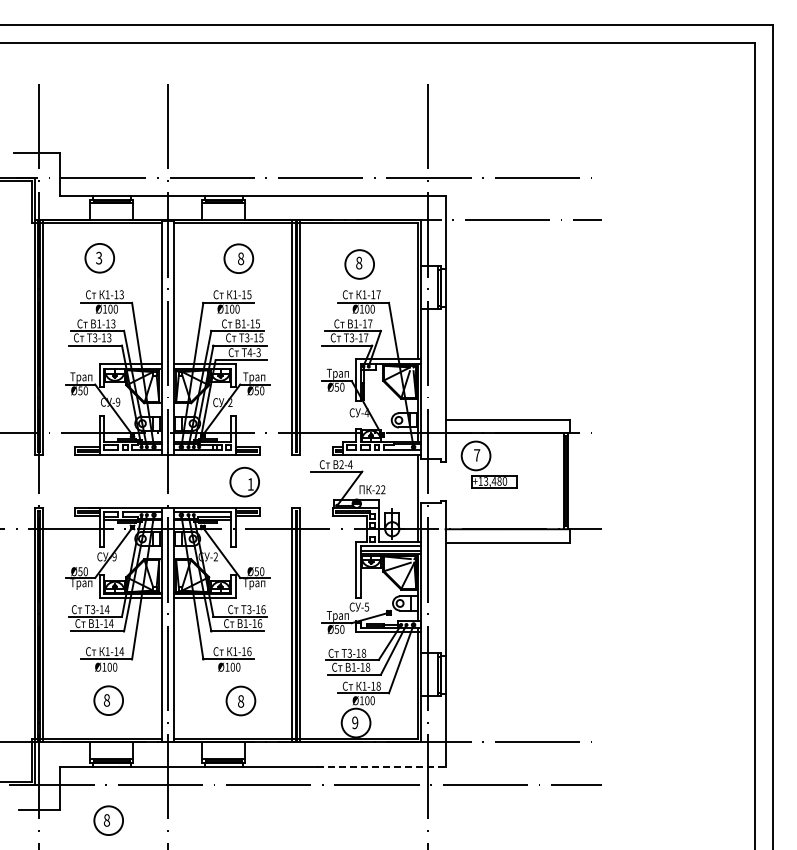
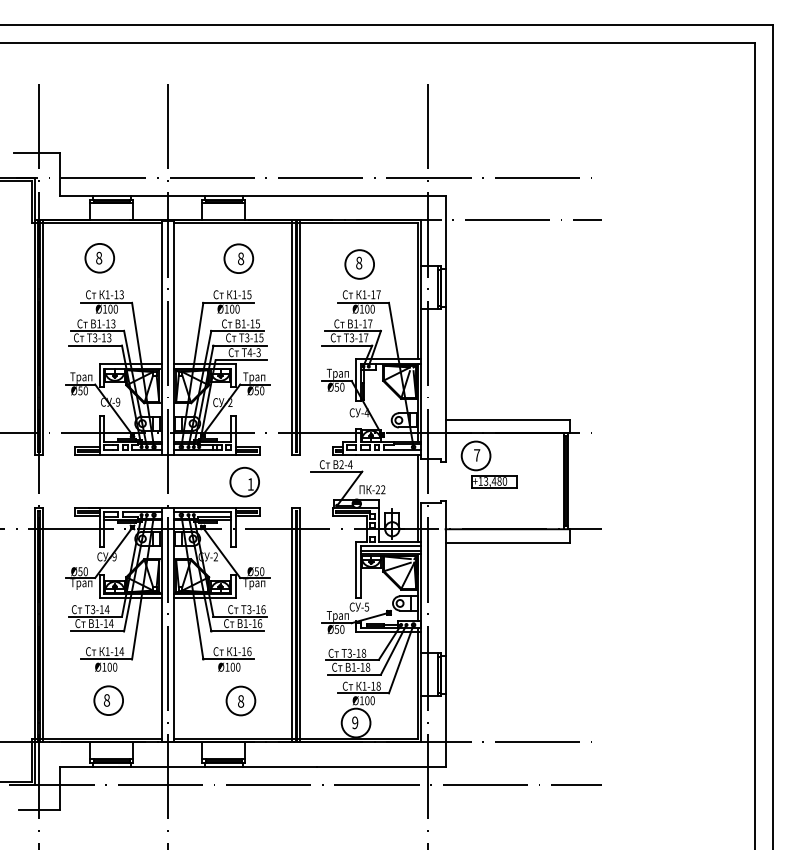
text at (99, 257): 3 -> 8
line at (381, 766): dashed -> solid
part at (108, 820): present -> none
